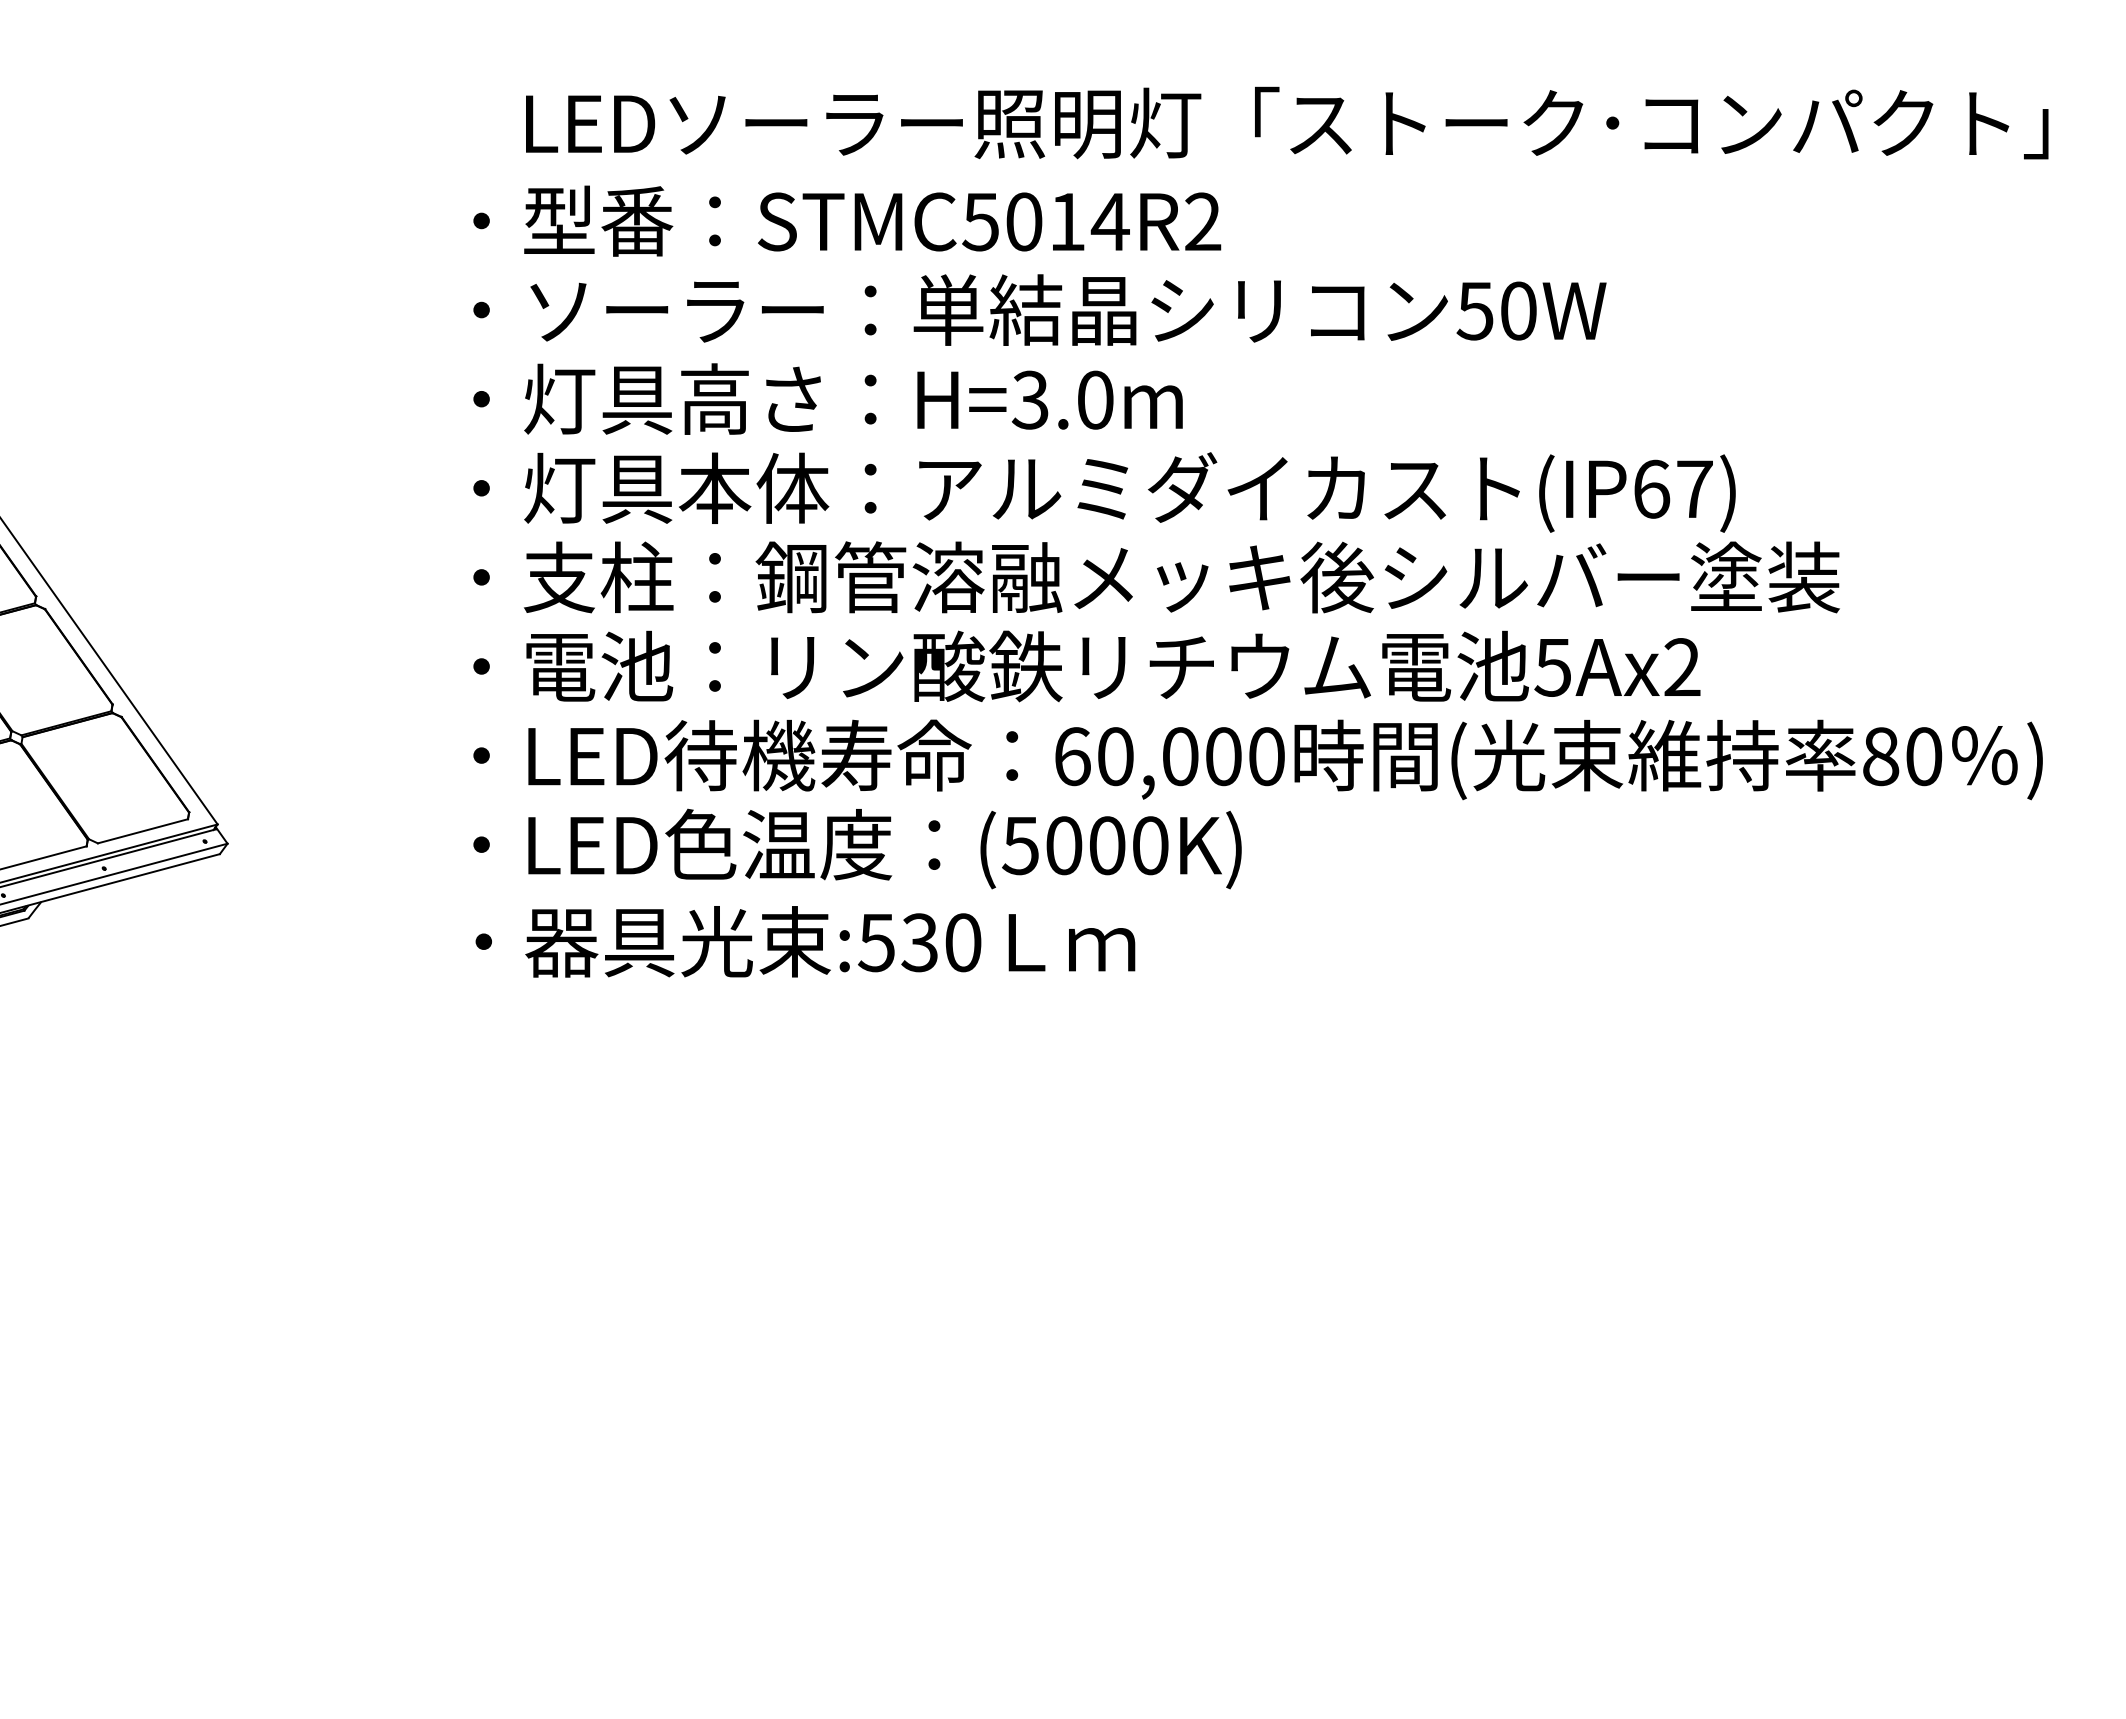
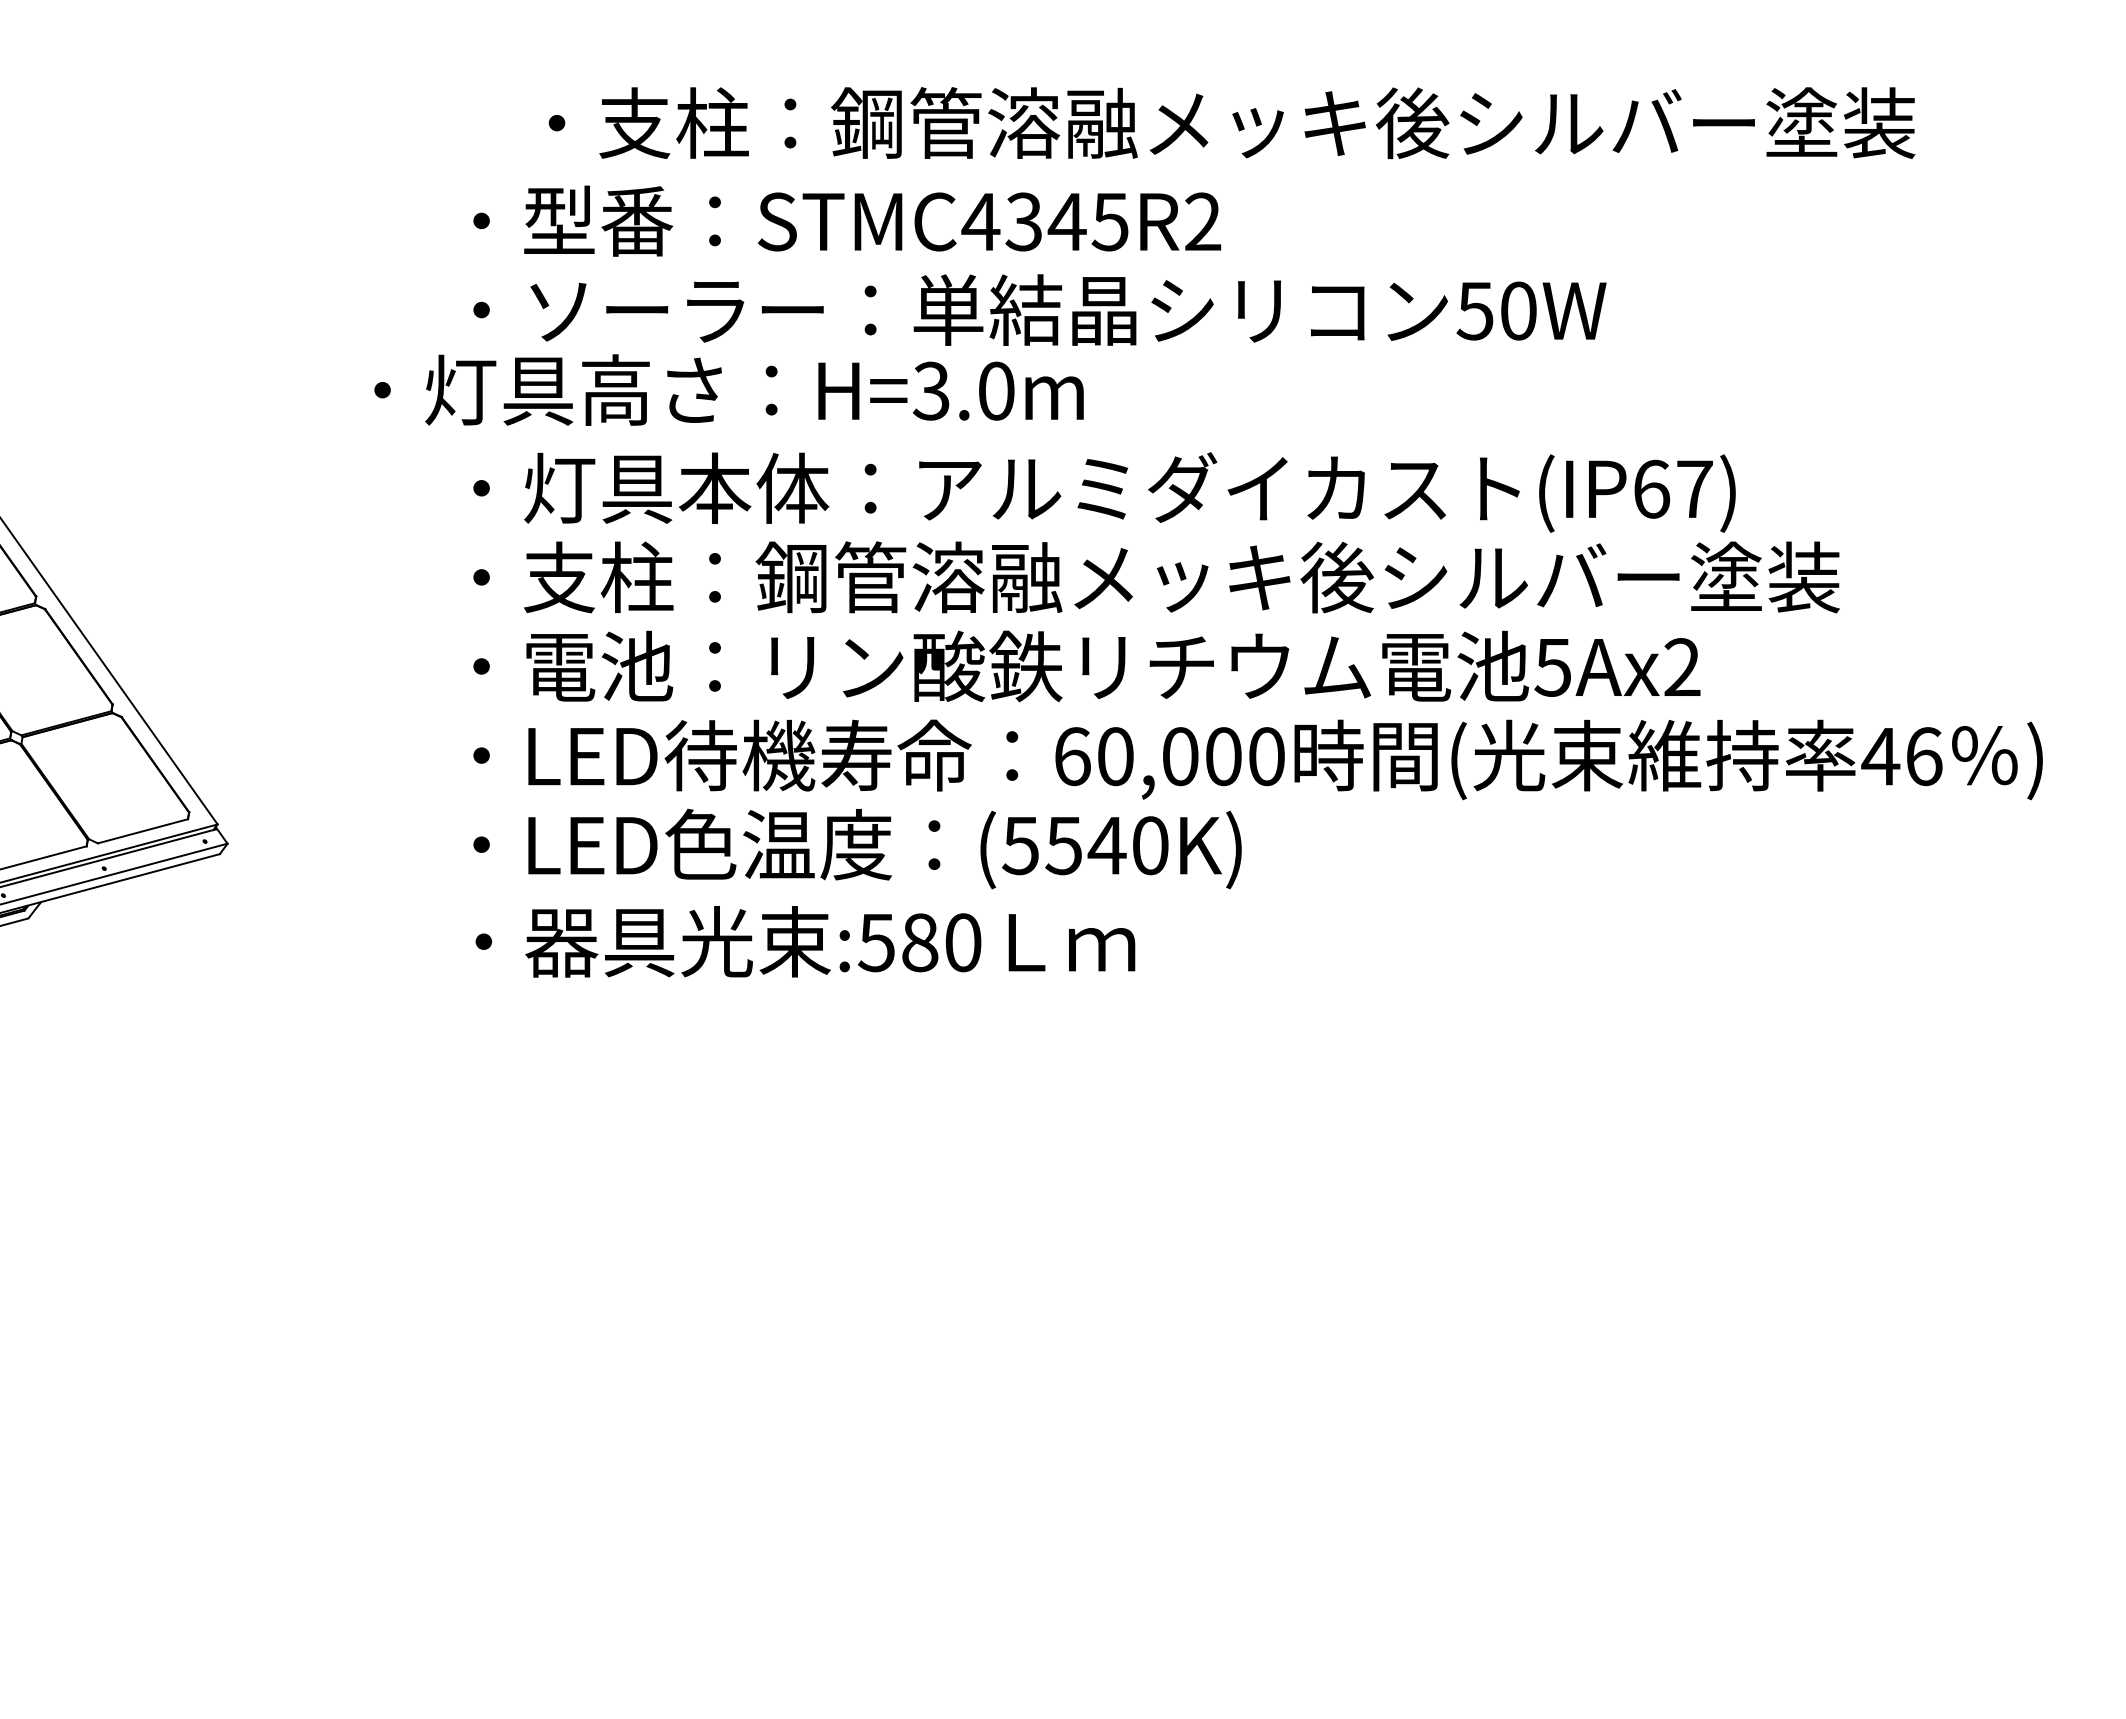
text at (1287, 122): LEDソーラー照明灯「ストーク･コンパクト」 -> ・支柱：鋼管溶融メッキ後シルバー塗装
text at (1045, 221): STMC5014R2 -> STMC4345R2
text at (827, 398) position: (827, 398) -> (728, 389)
text at (1901, 756): 80 -> 46
text at (1085, 845): (5000K) -> (5540K)
text at (919, 942): :530 -> :580
